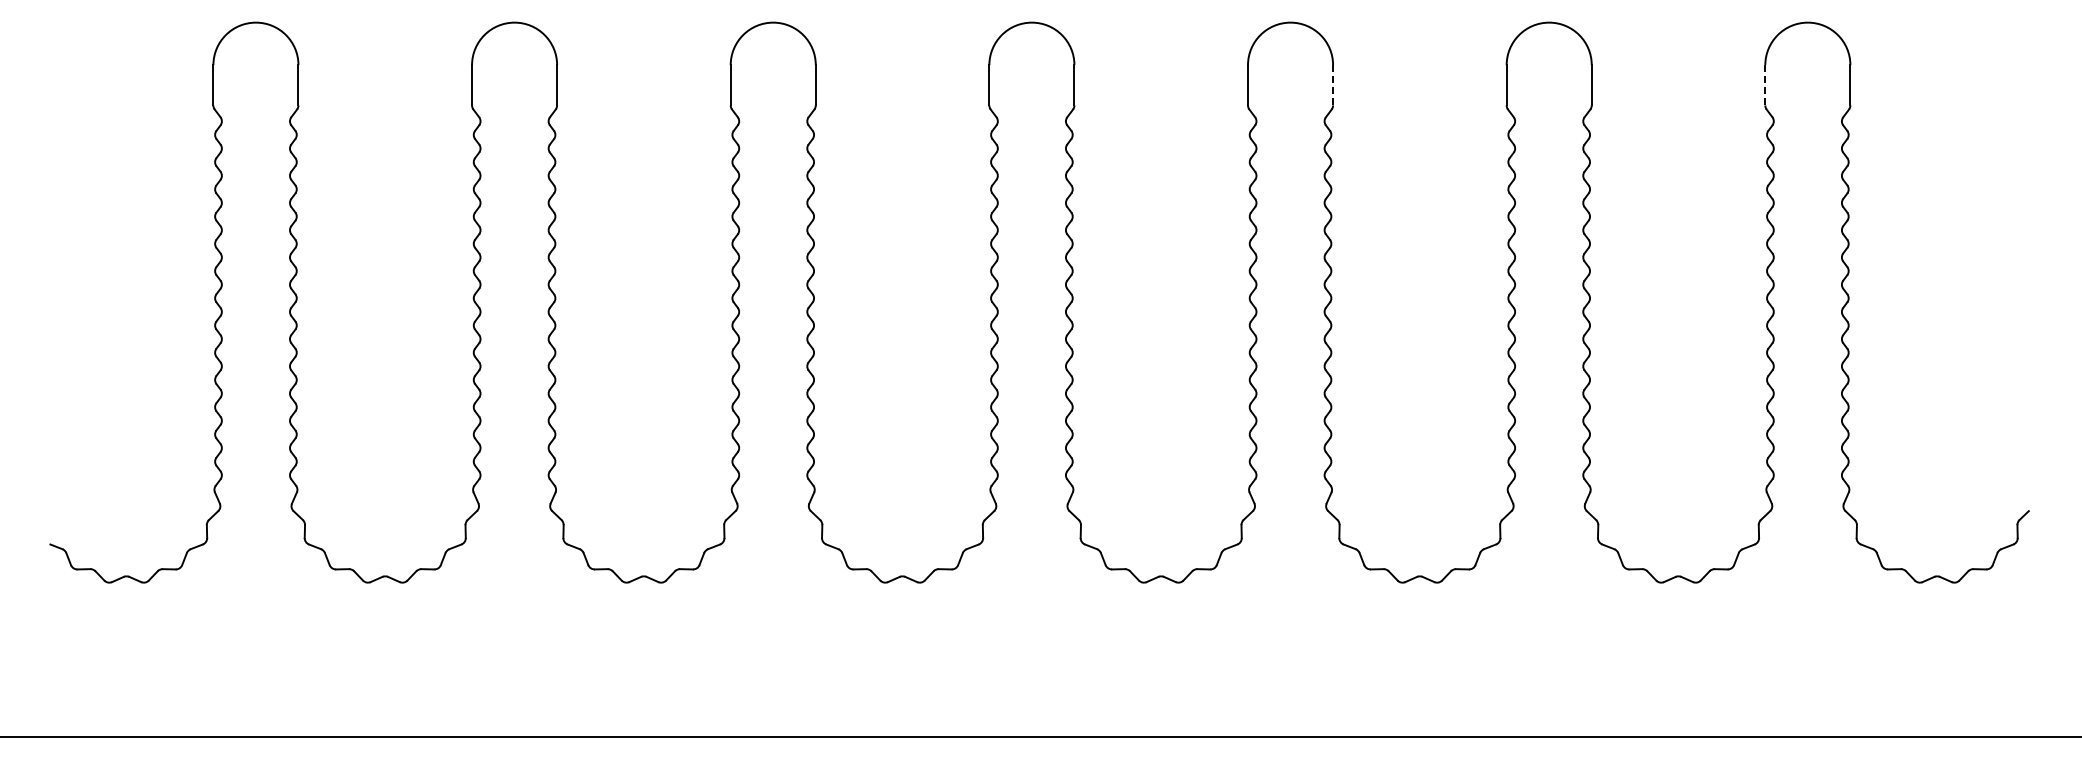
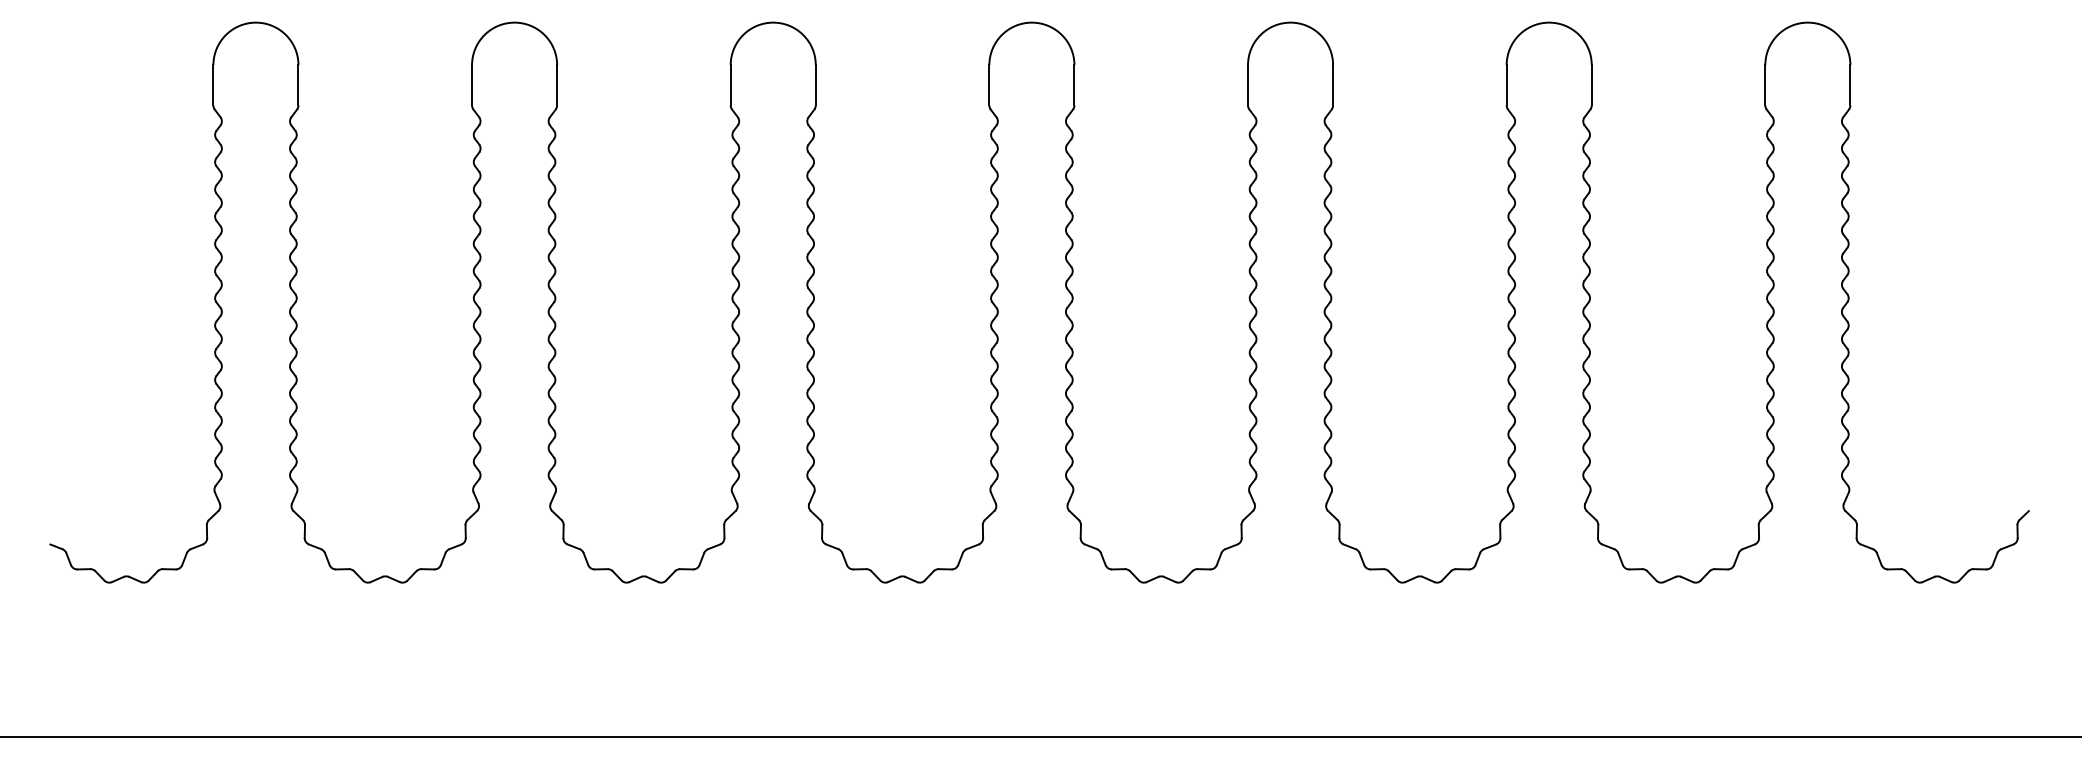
line at (1333, 84): dashed -> solid
line at (1765, 85): dashed -> solid
